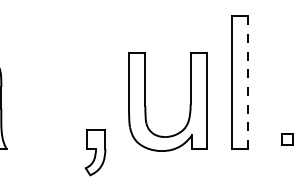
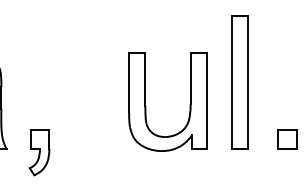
line at (248, 82): dashed -> solid
part at (287, 139) size: 13x13 px -> 21x21 px
part at (95, 152) position: (95, 152) -> (39, 152)
